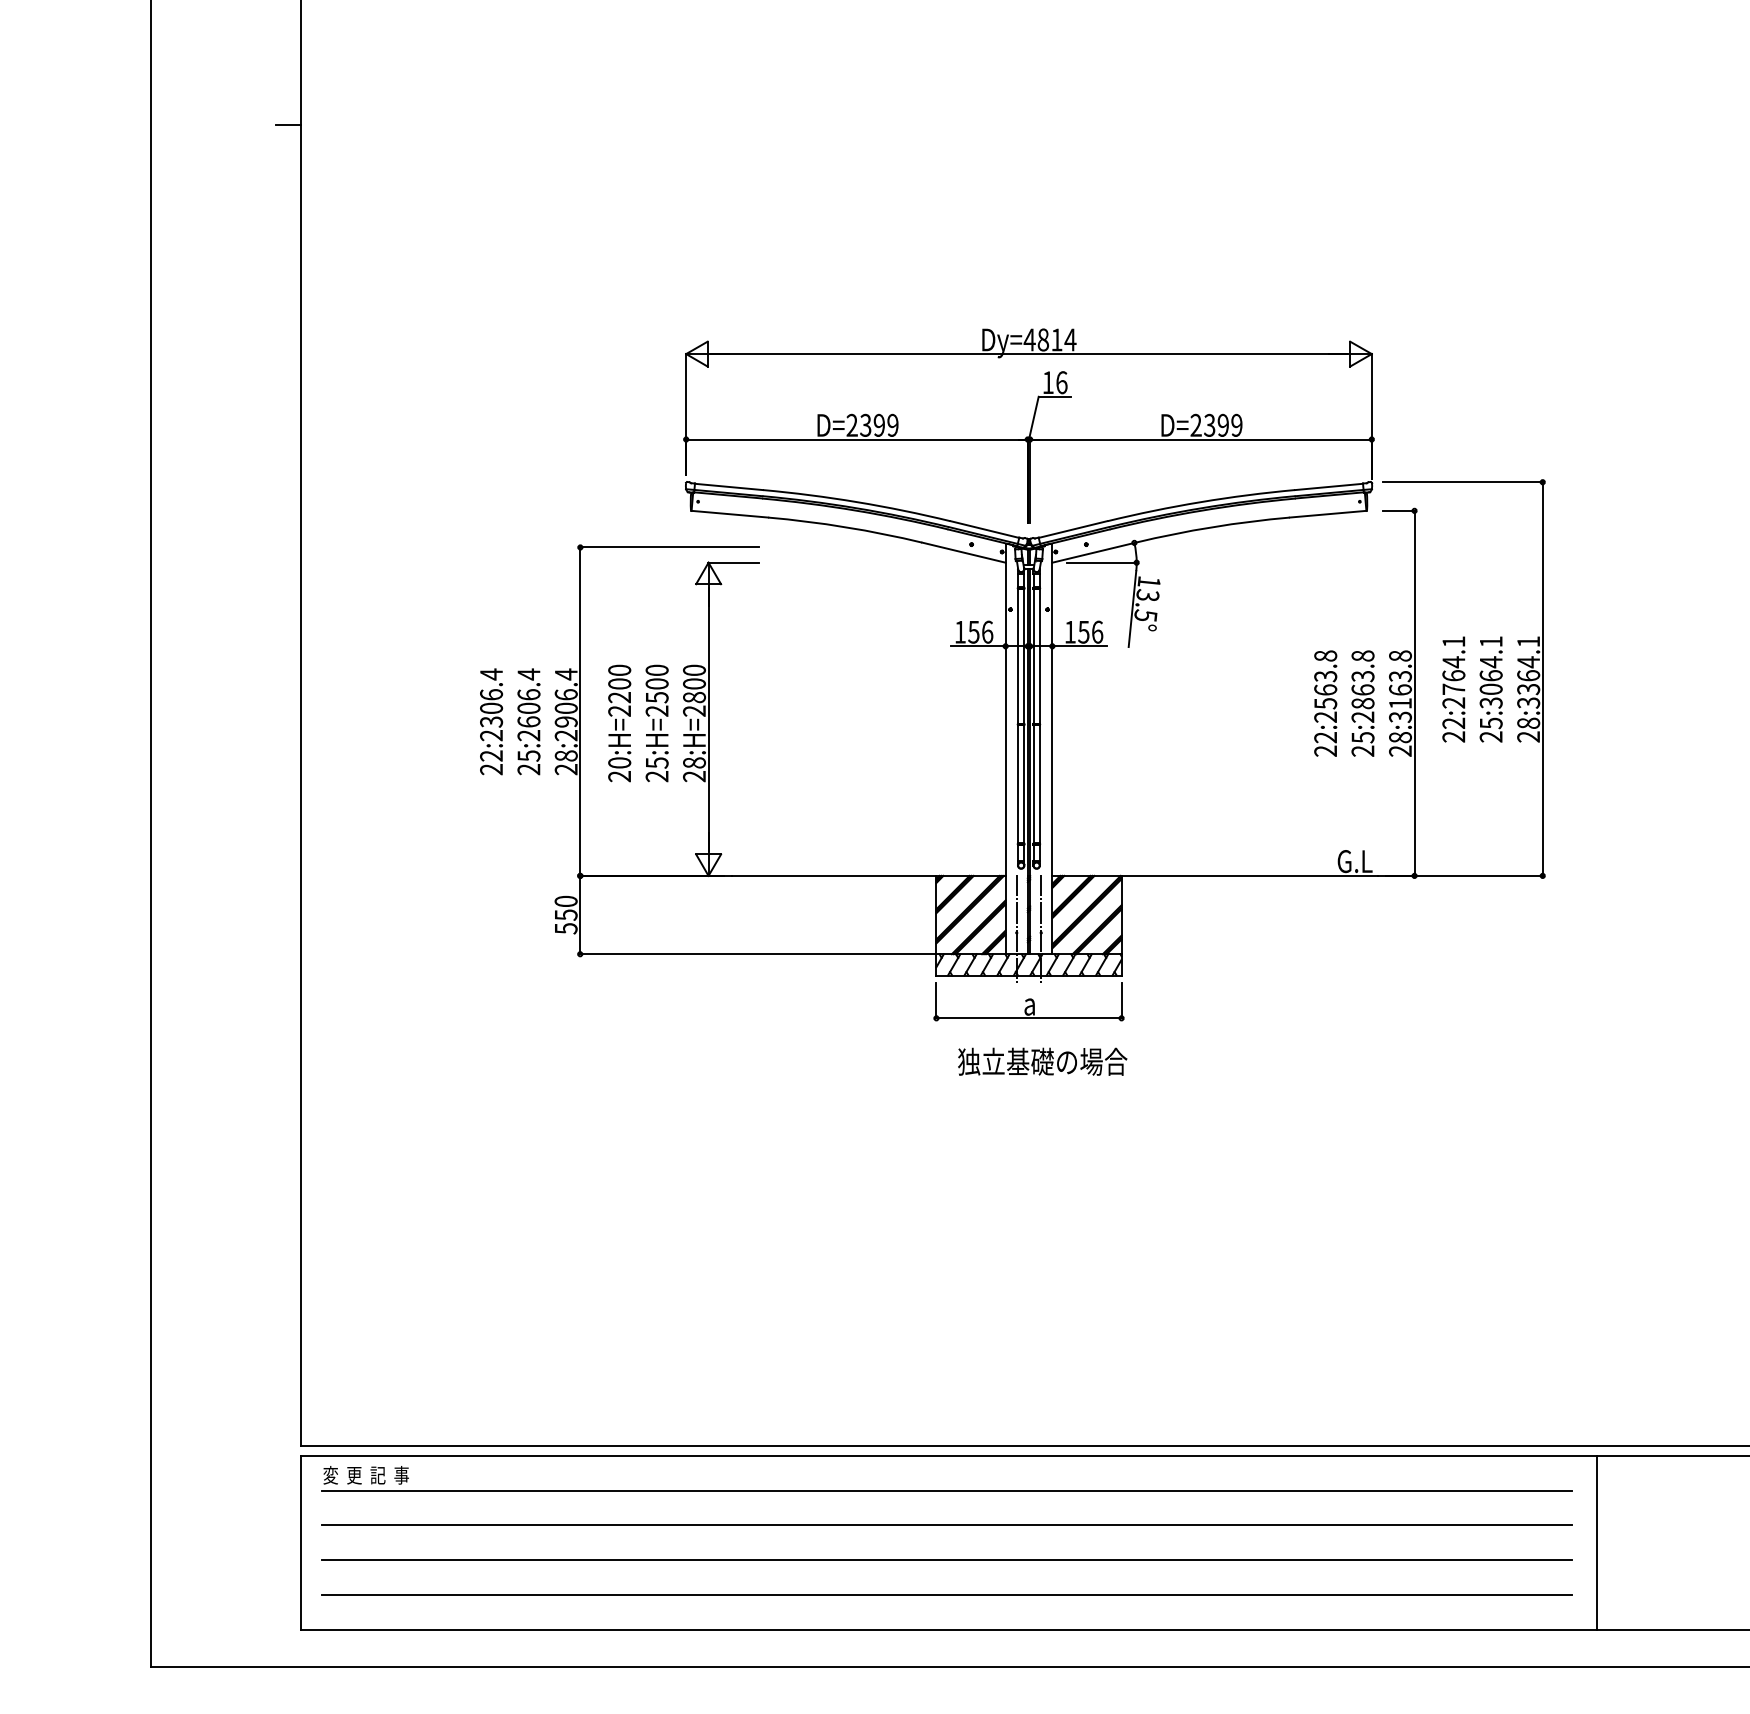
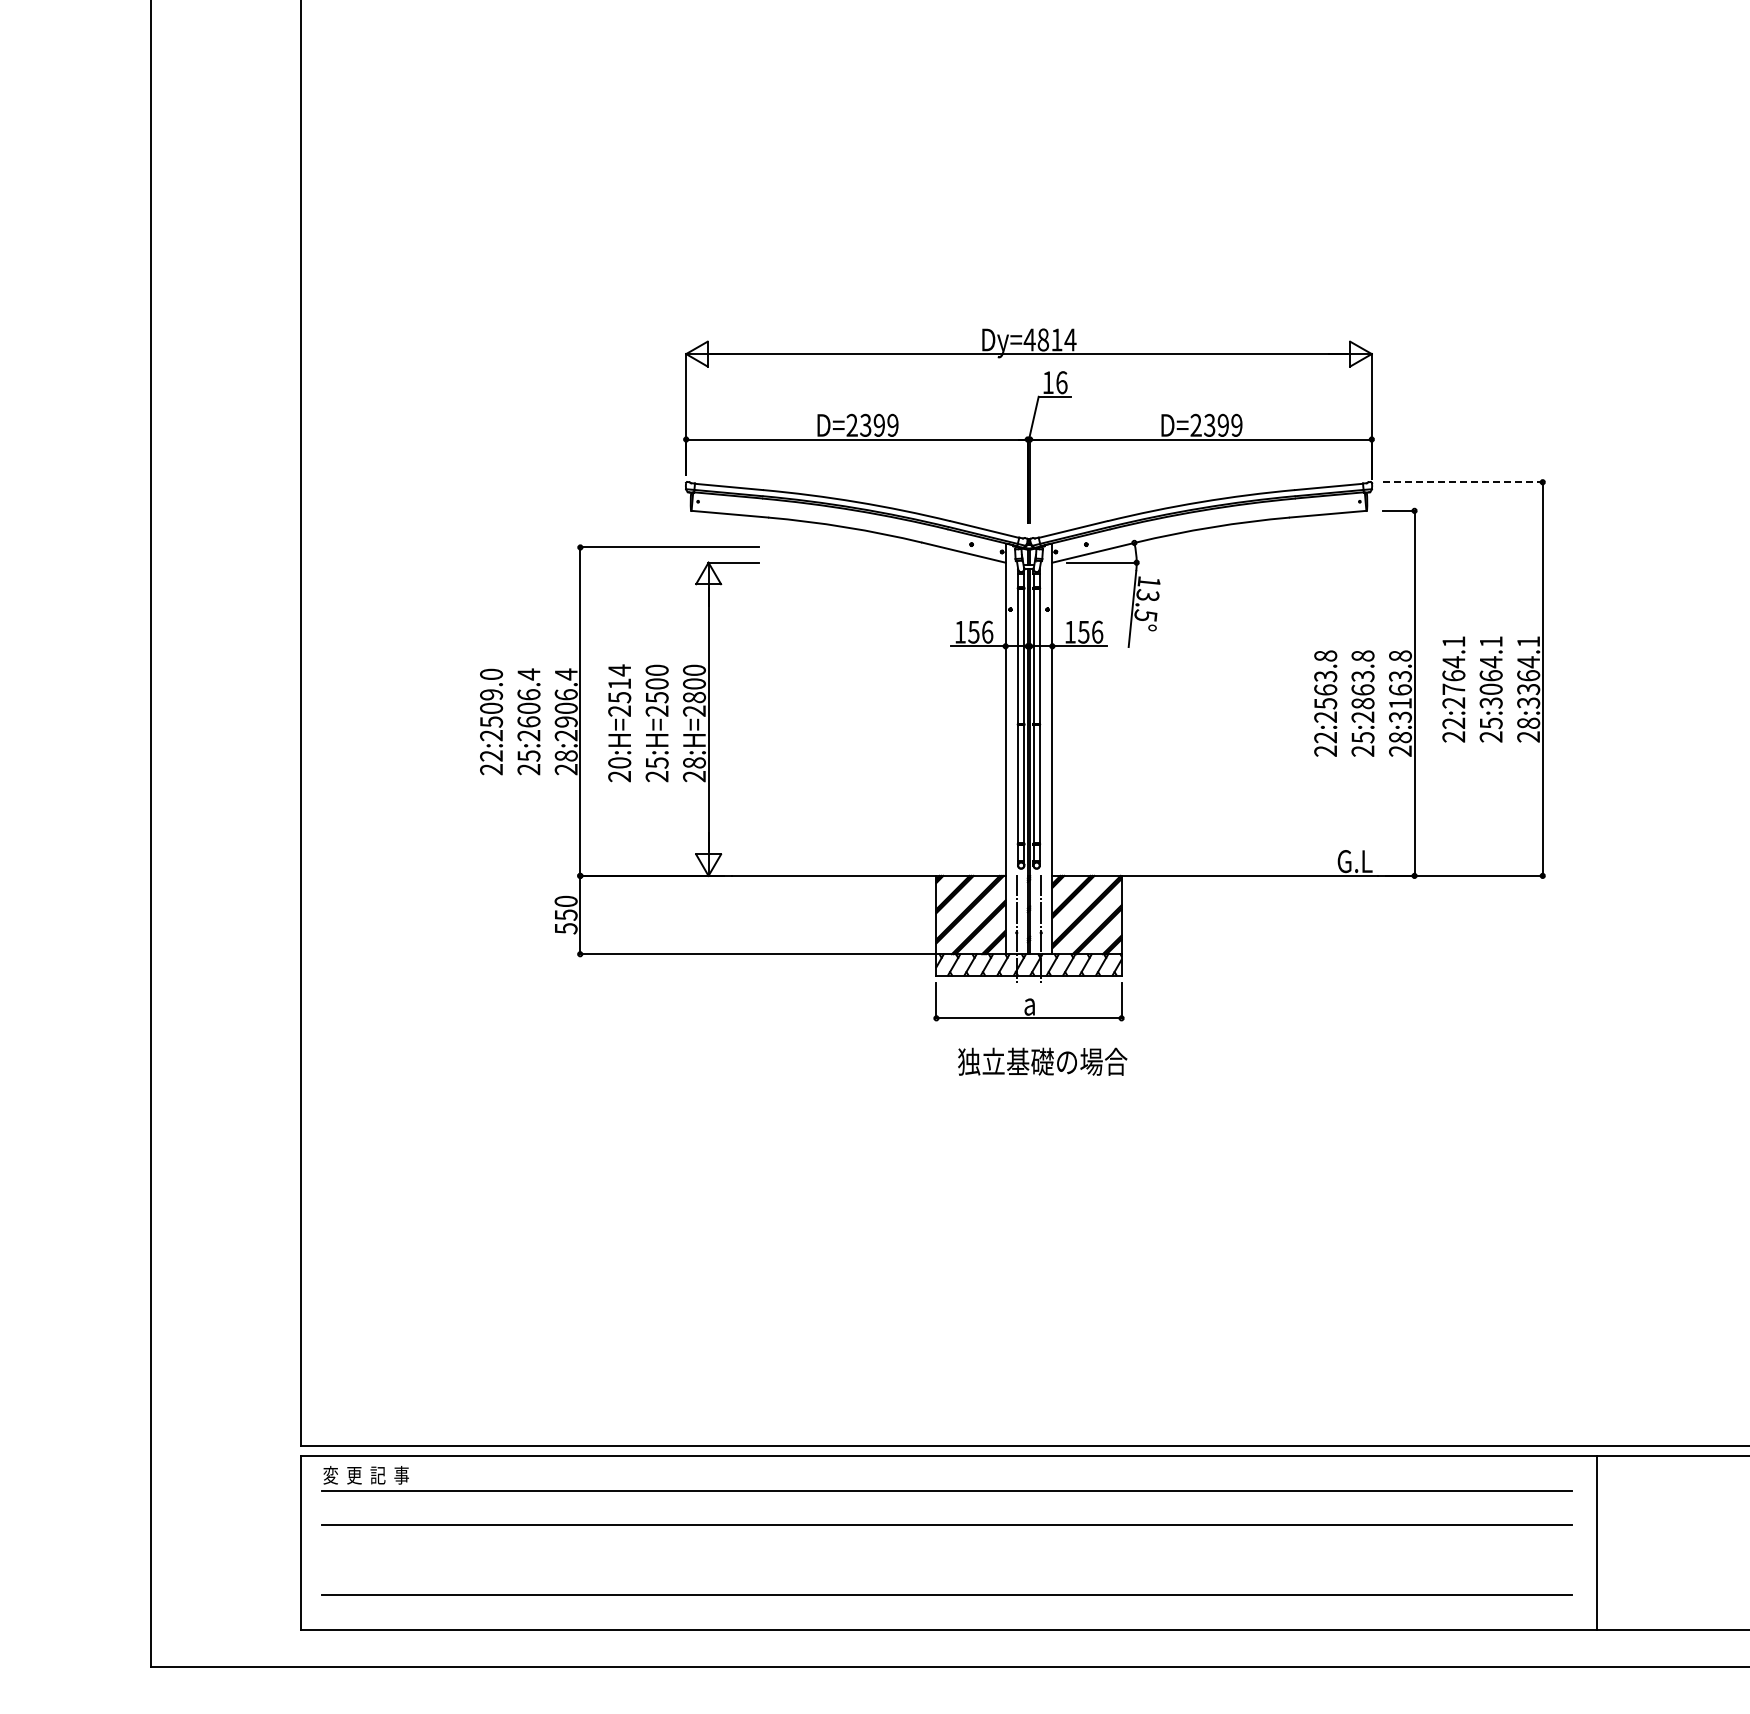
line at (287, 124): present -> none
line at (1462, 482): solid -> dashed
text at (619, 683): 20:H=2200 -> 20:H=2514
text at (491, 697): 22:2306.4 -> 22:2509.0
line at (946, 1560): present -> none
